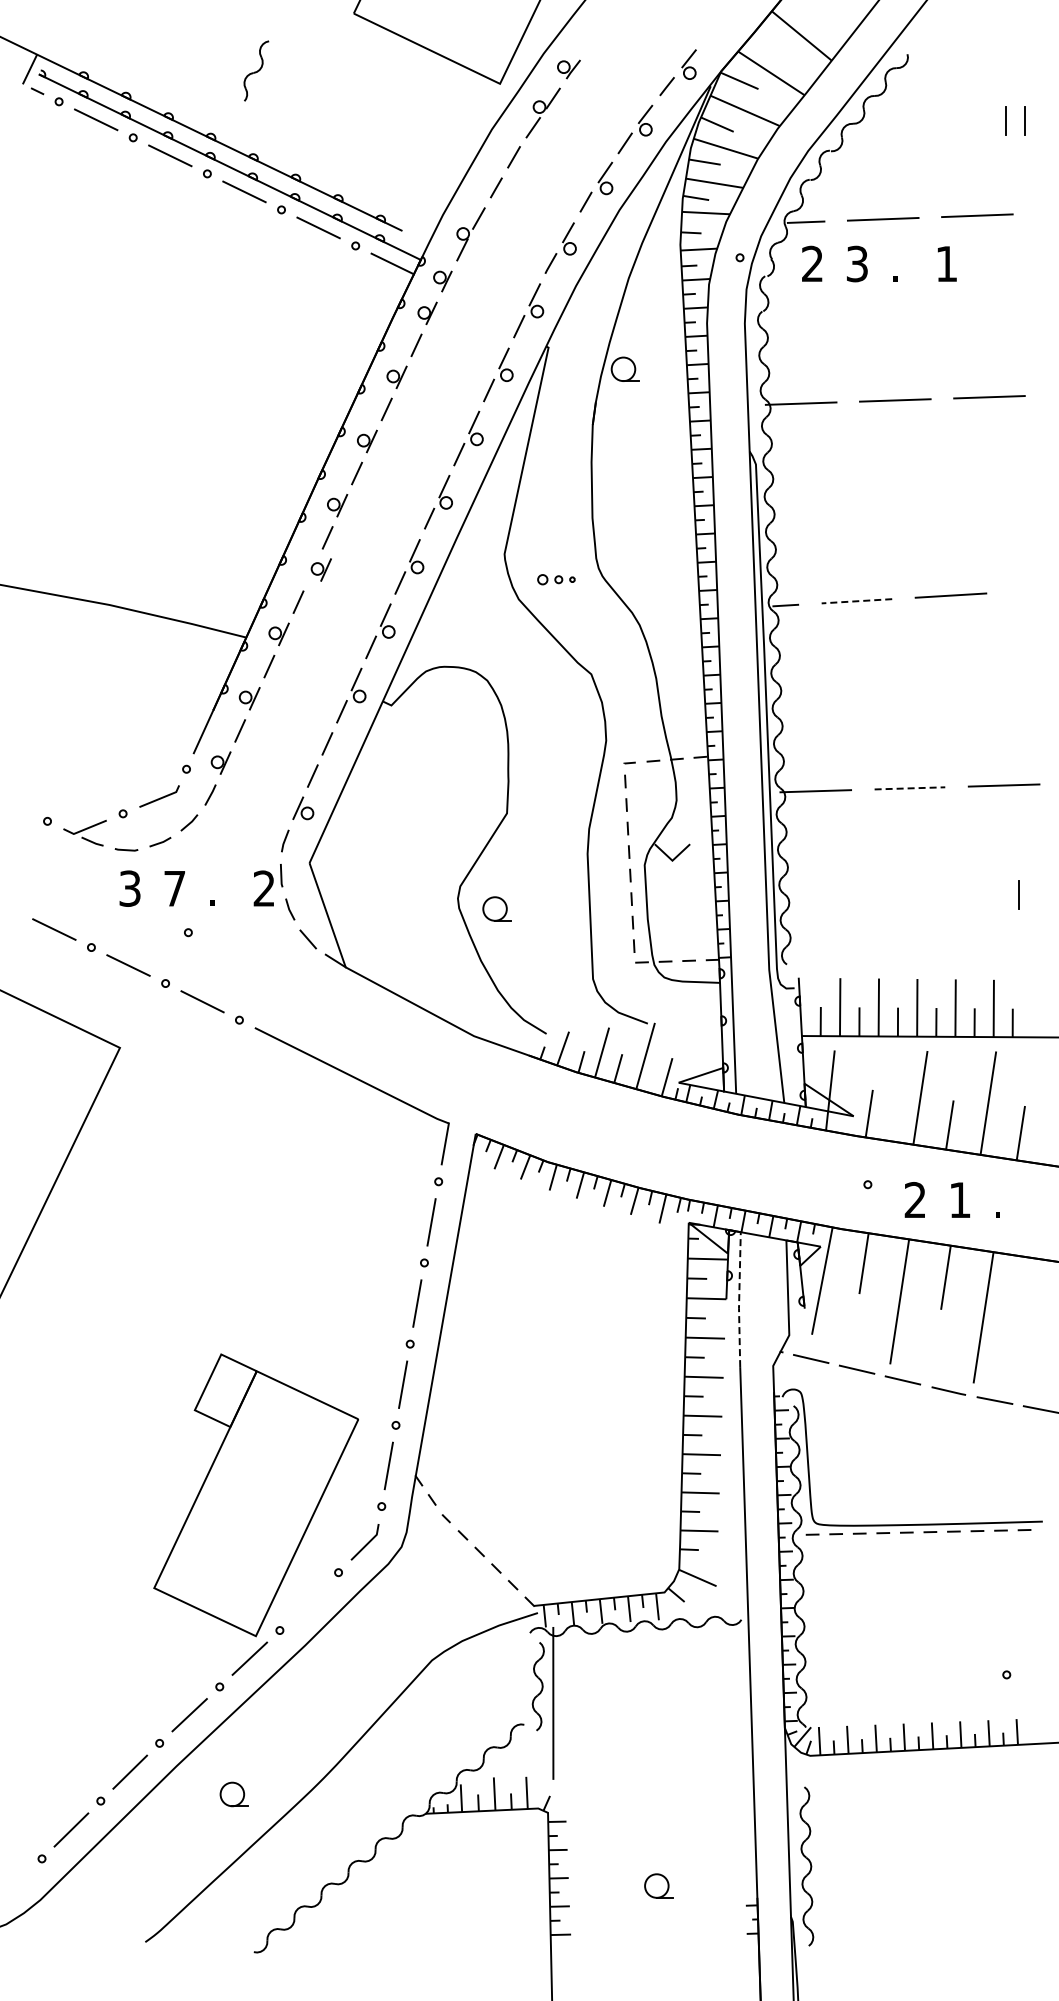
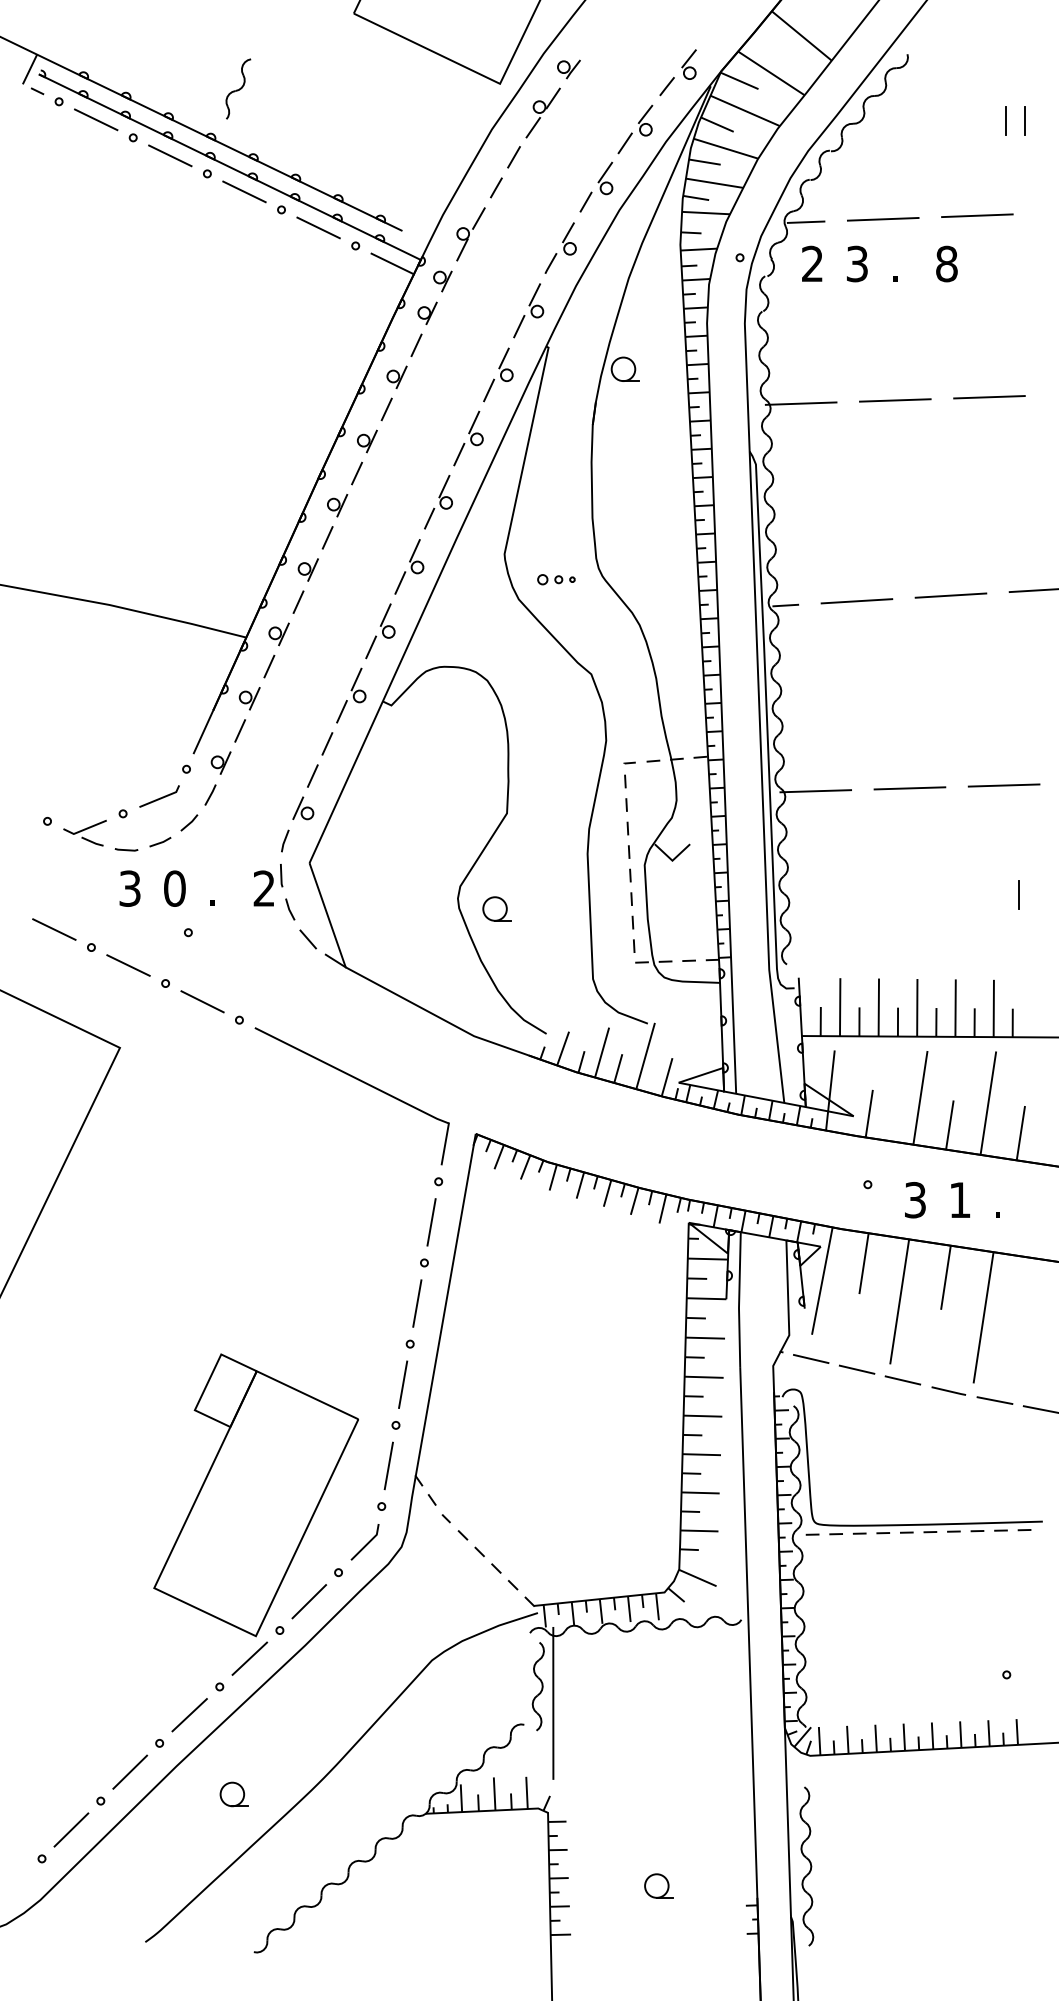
part at (256, 70) position: (256, 70) -> (238, 88)
text at (946, 263): 1 -> 8
part at (320, 569) position: (320, 569) -> (307, 569)
line at (1032, 590): none -> present
line at (856, 601): dashed -> solid
line at (910, 788): dashed -> solid
text at (174, 888): 7 -> 0
text at (914, 1200): 2 -> 3
line at (739, 1300): dashed -> solid
line at (309, 1601): none -> present
